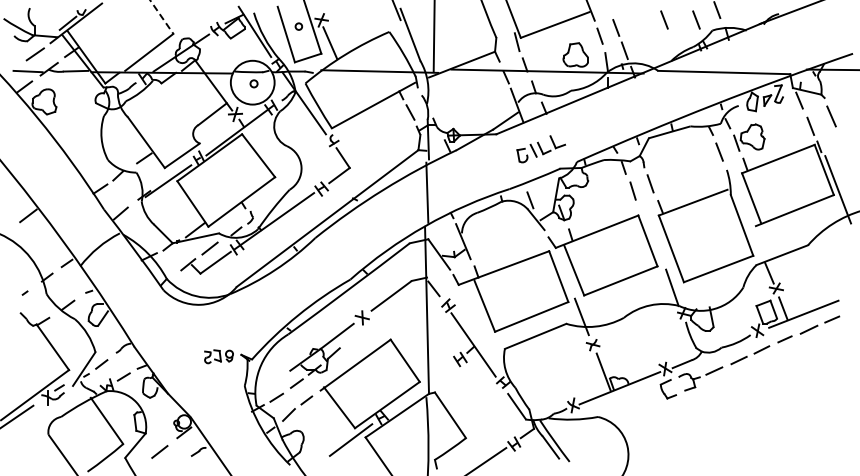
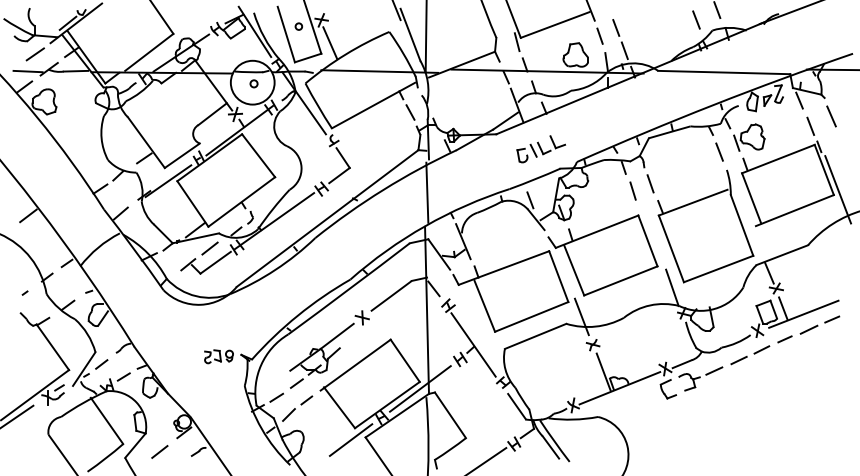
line at (162, 17): dashed -> solid
line at (664, 19): present -> none
line at (433, 36) position: (433, 36) -> (425, 36)
line at (420, 388): none -> present
